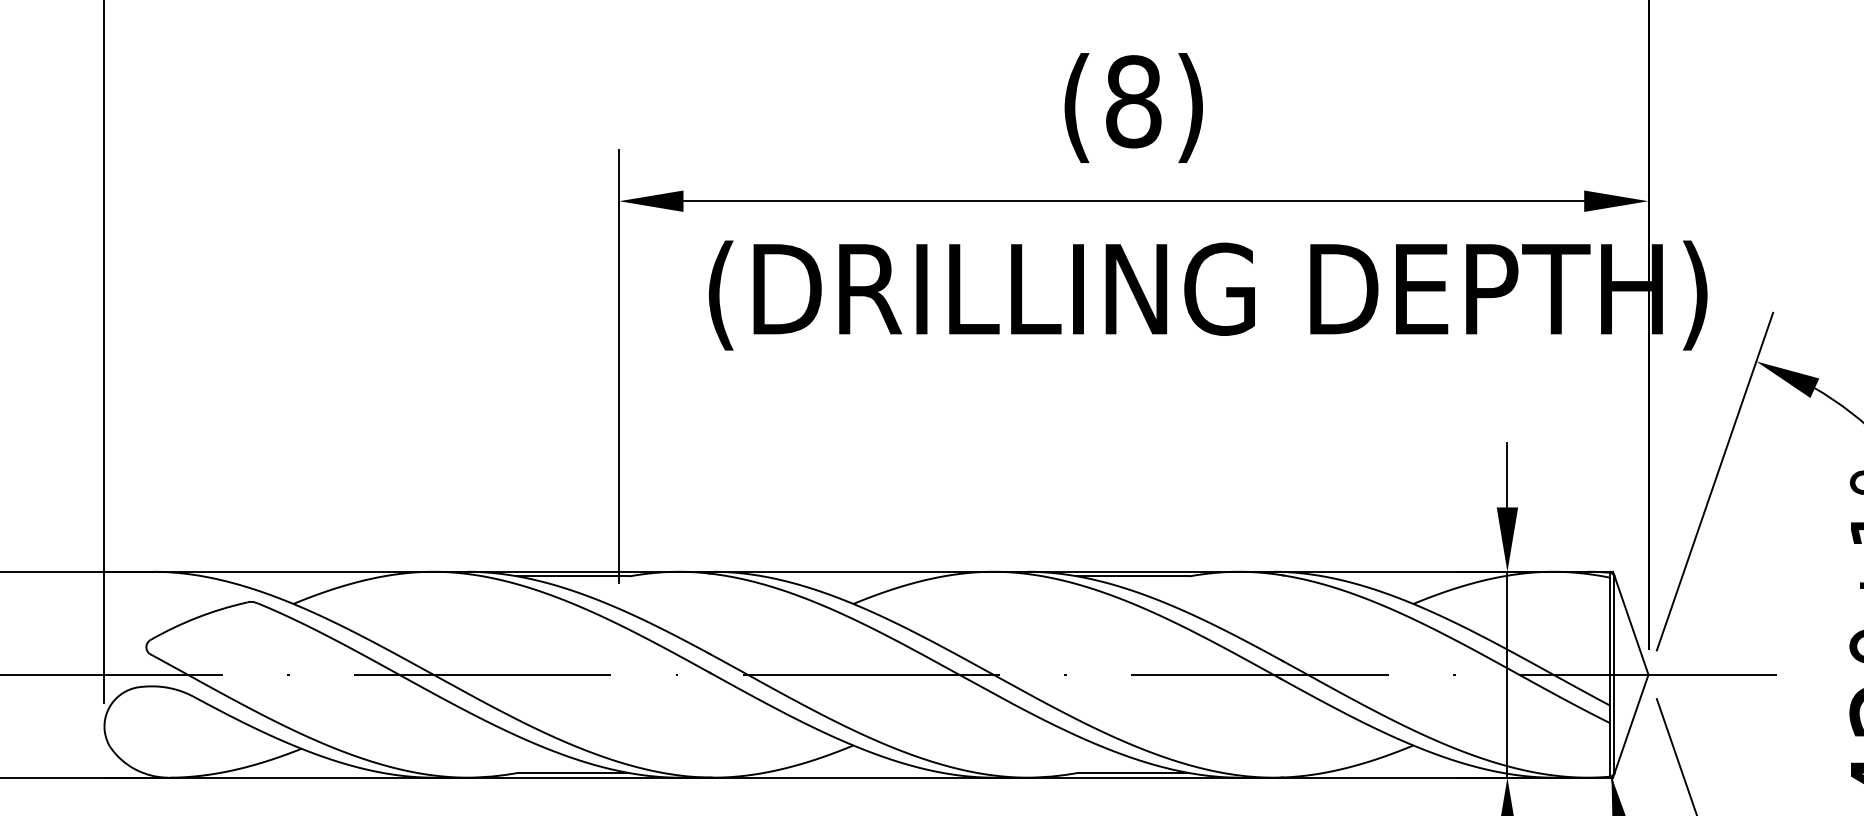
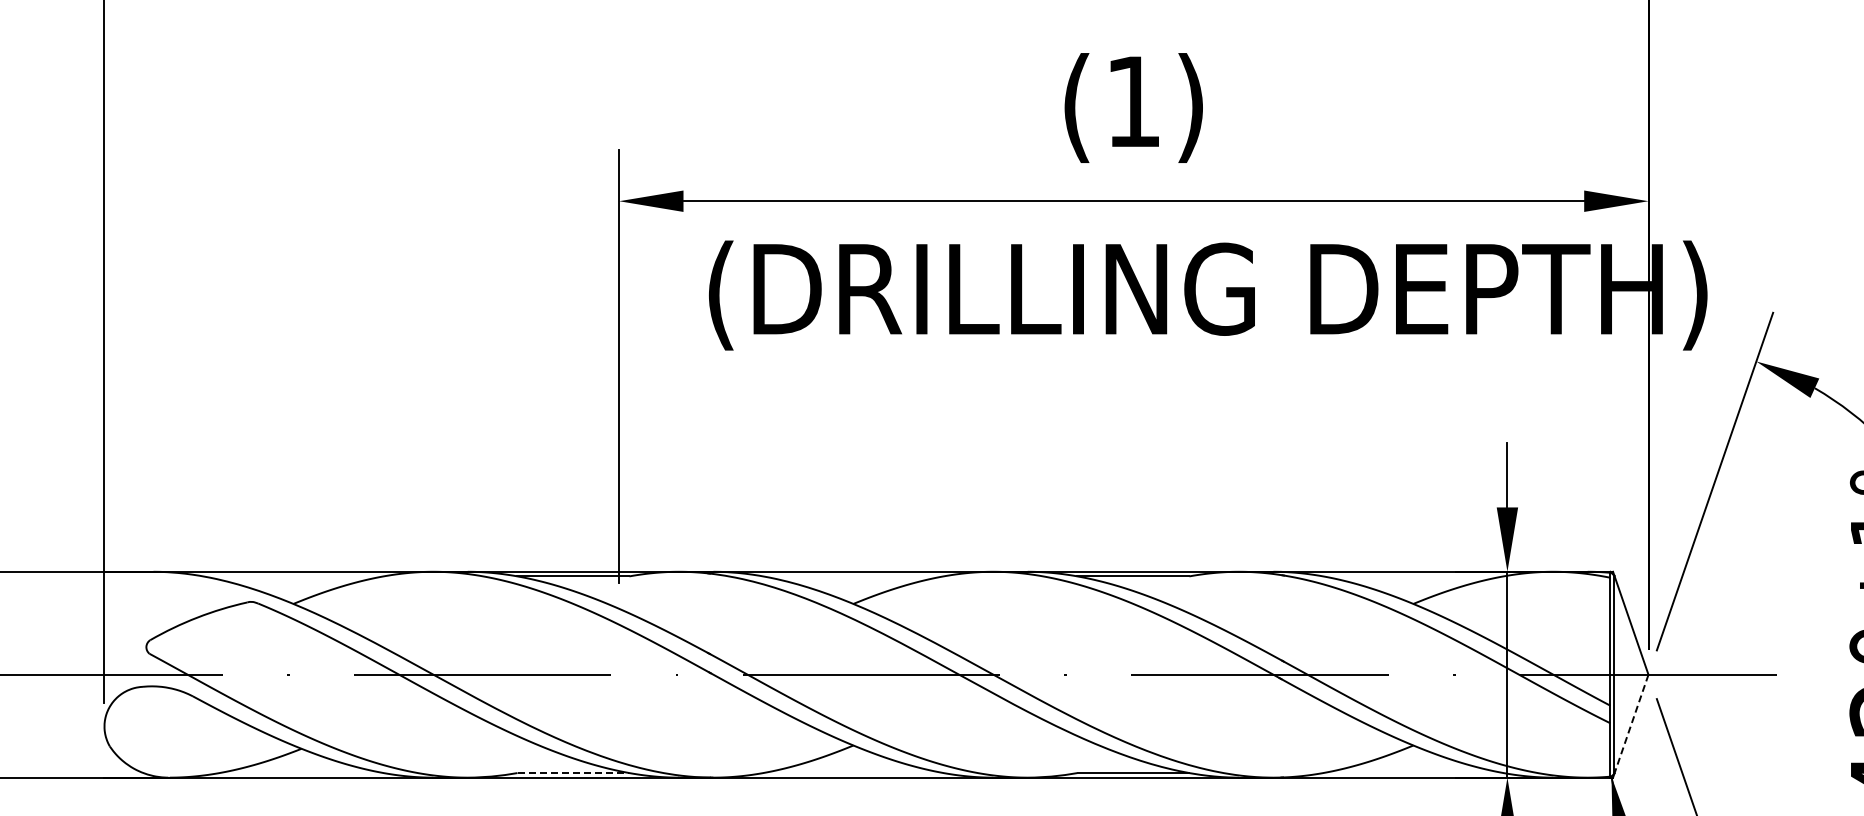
text at (1133, 101): (8) -> (1)
line at (1631, 724): solid -> dashed
line at (573, 773): solid -> dashed
